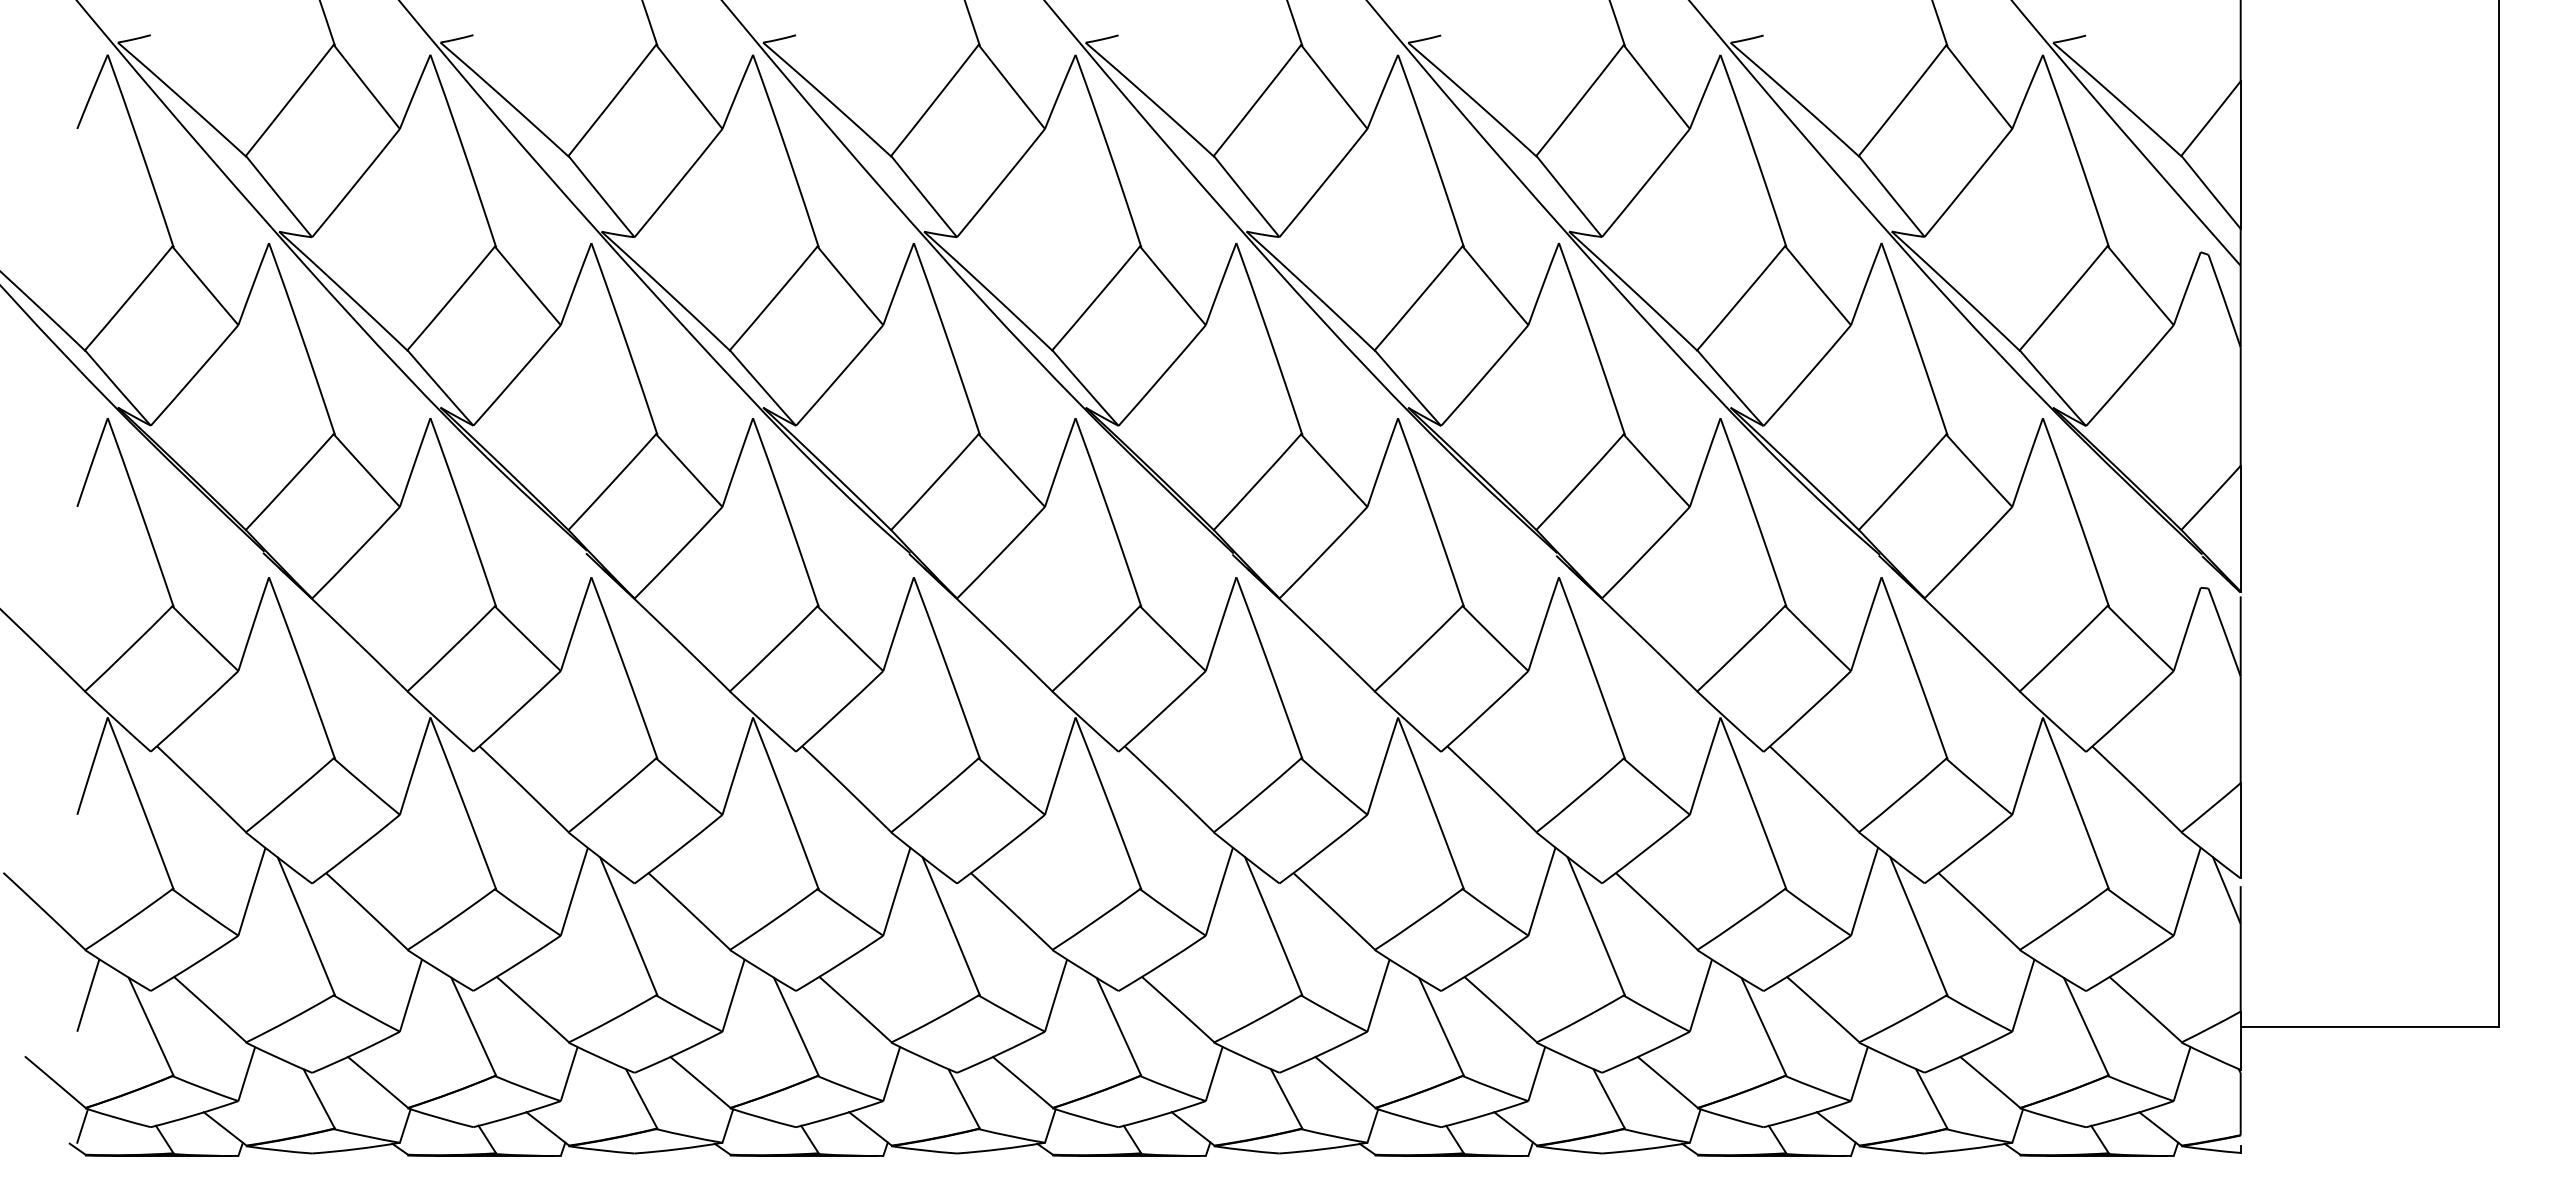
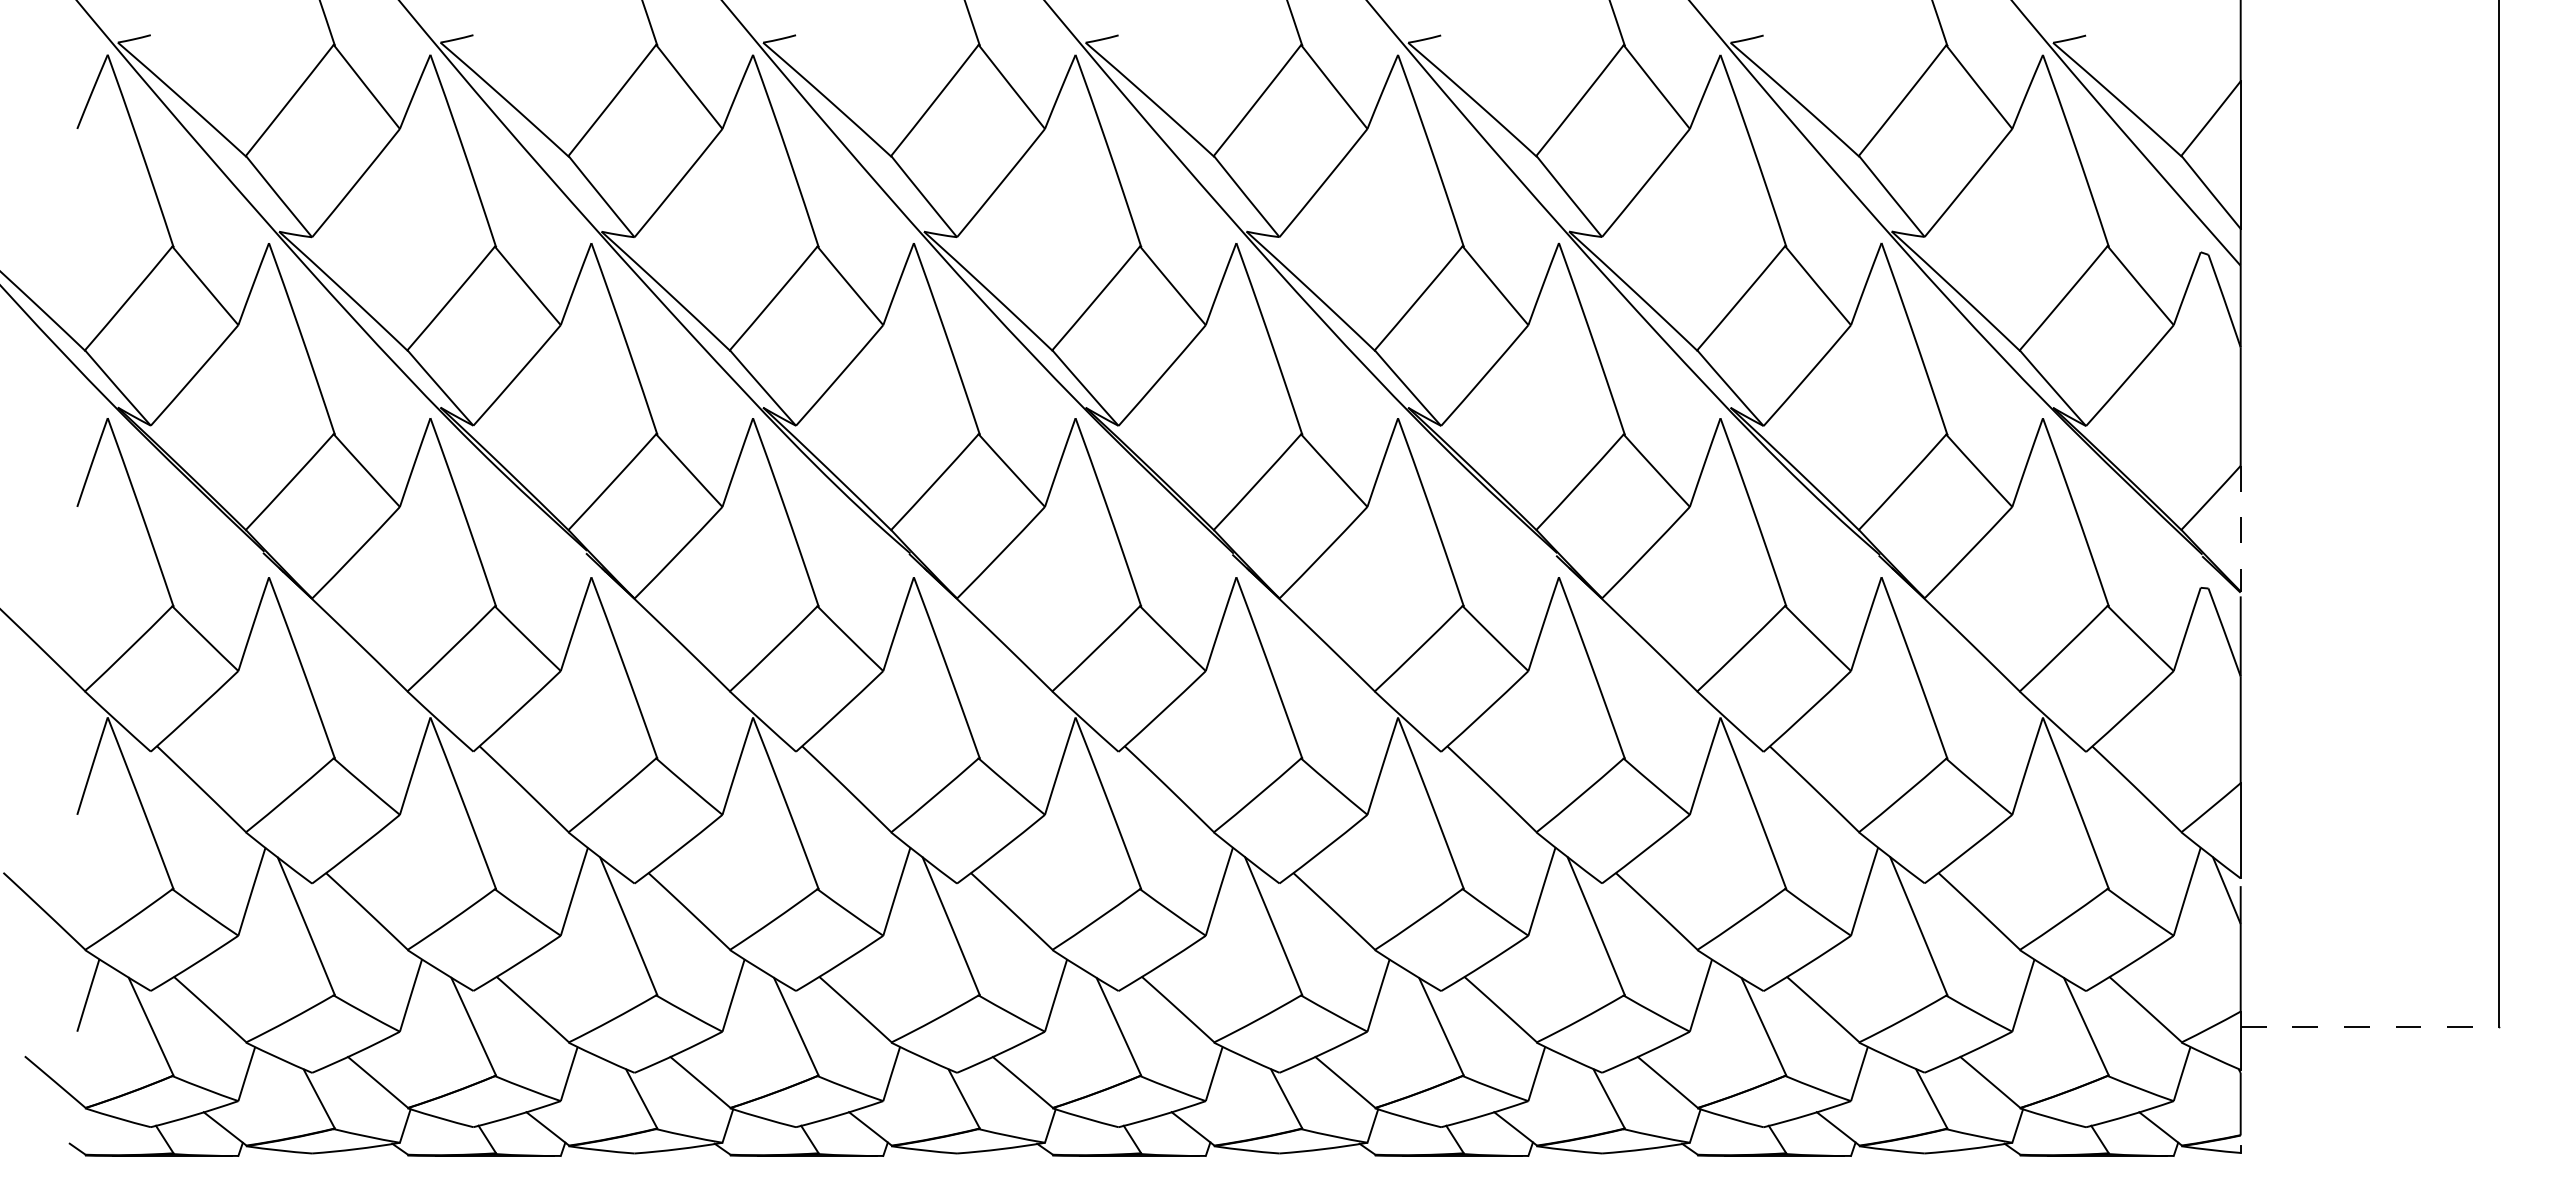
line at (2240, 528): solid -> dashed
line at (2370, 1026): solid -> dashed
line at (82, 1125): present -> none
